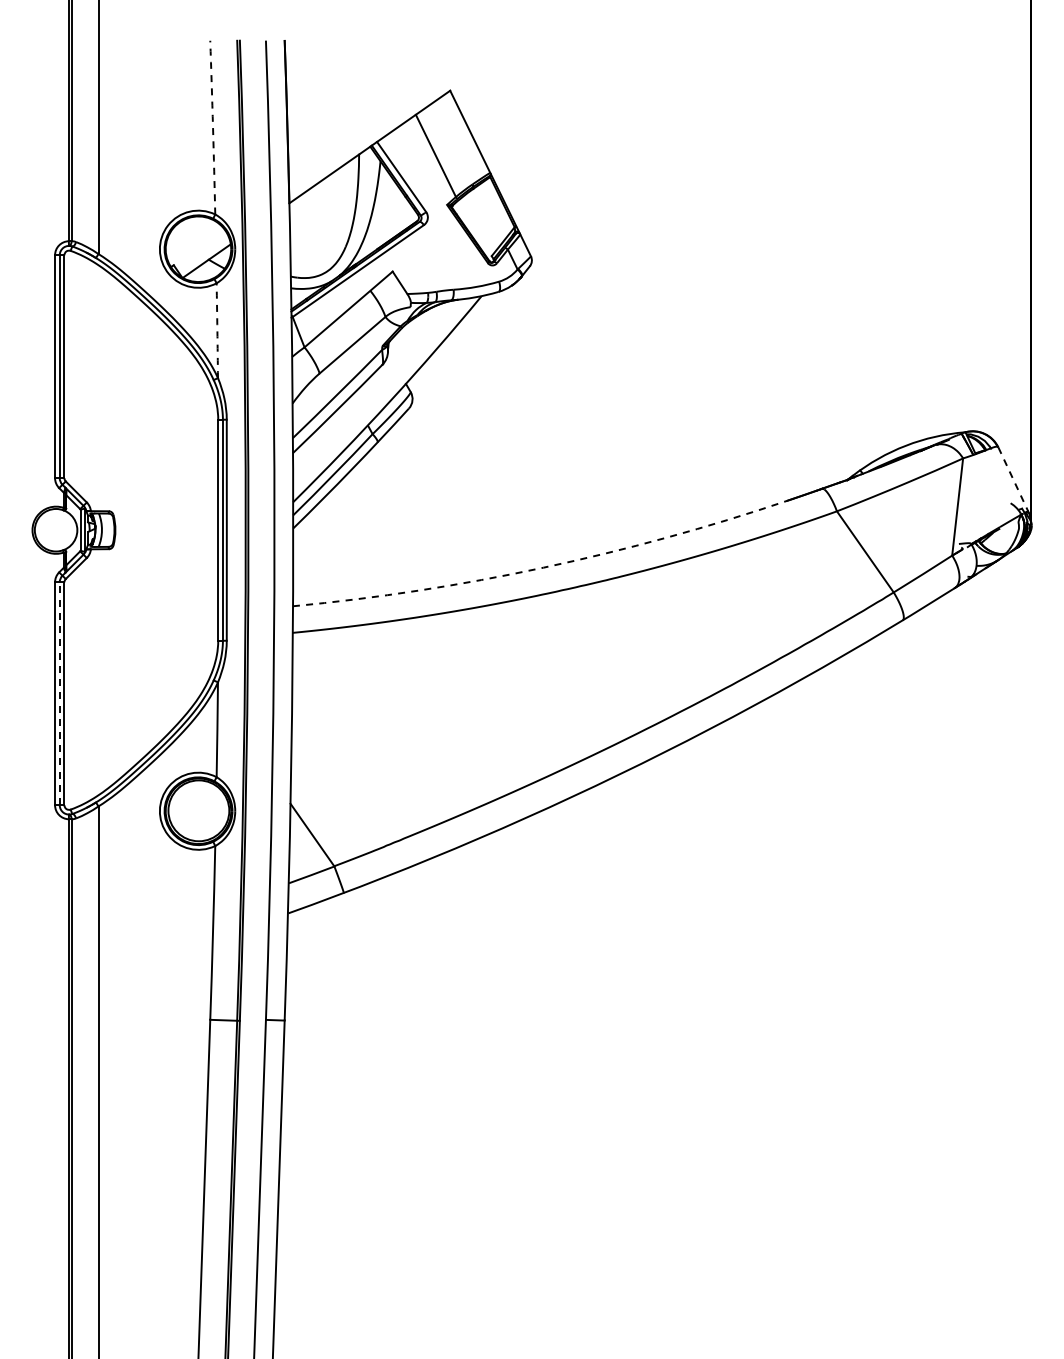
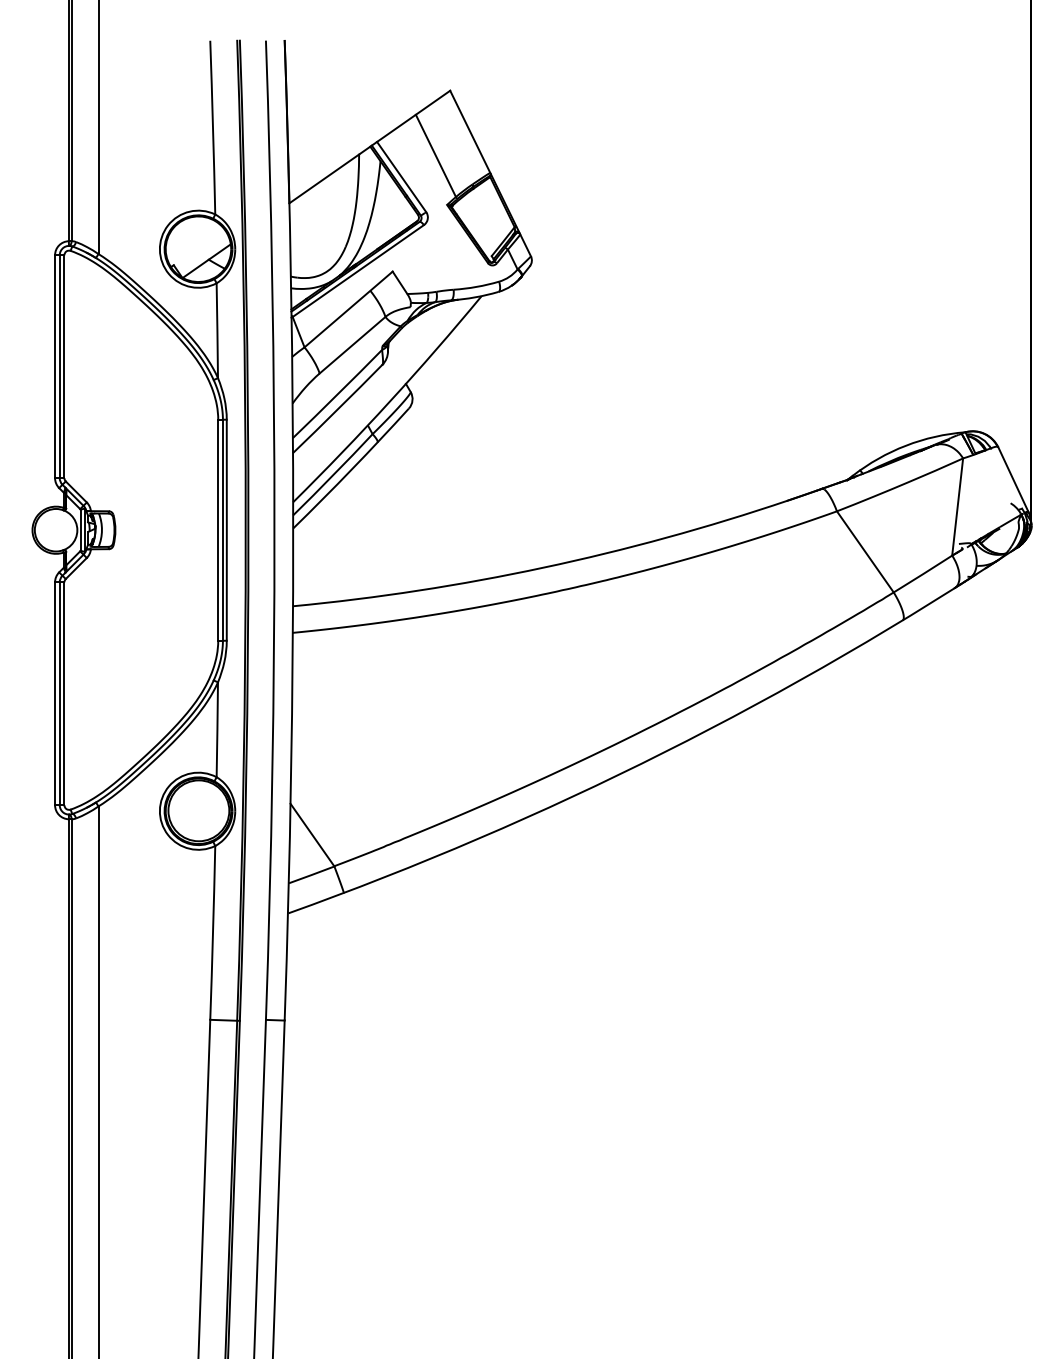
arc at (213, 127): dashed -> solid
arc at (217, 330): dashed -> solid
line at (1013, 479): dashed -> solid
arc at (543, 567): dashed -> solid
line at (59, 693): dashed -> solid
